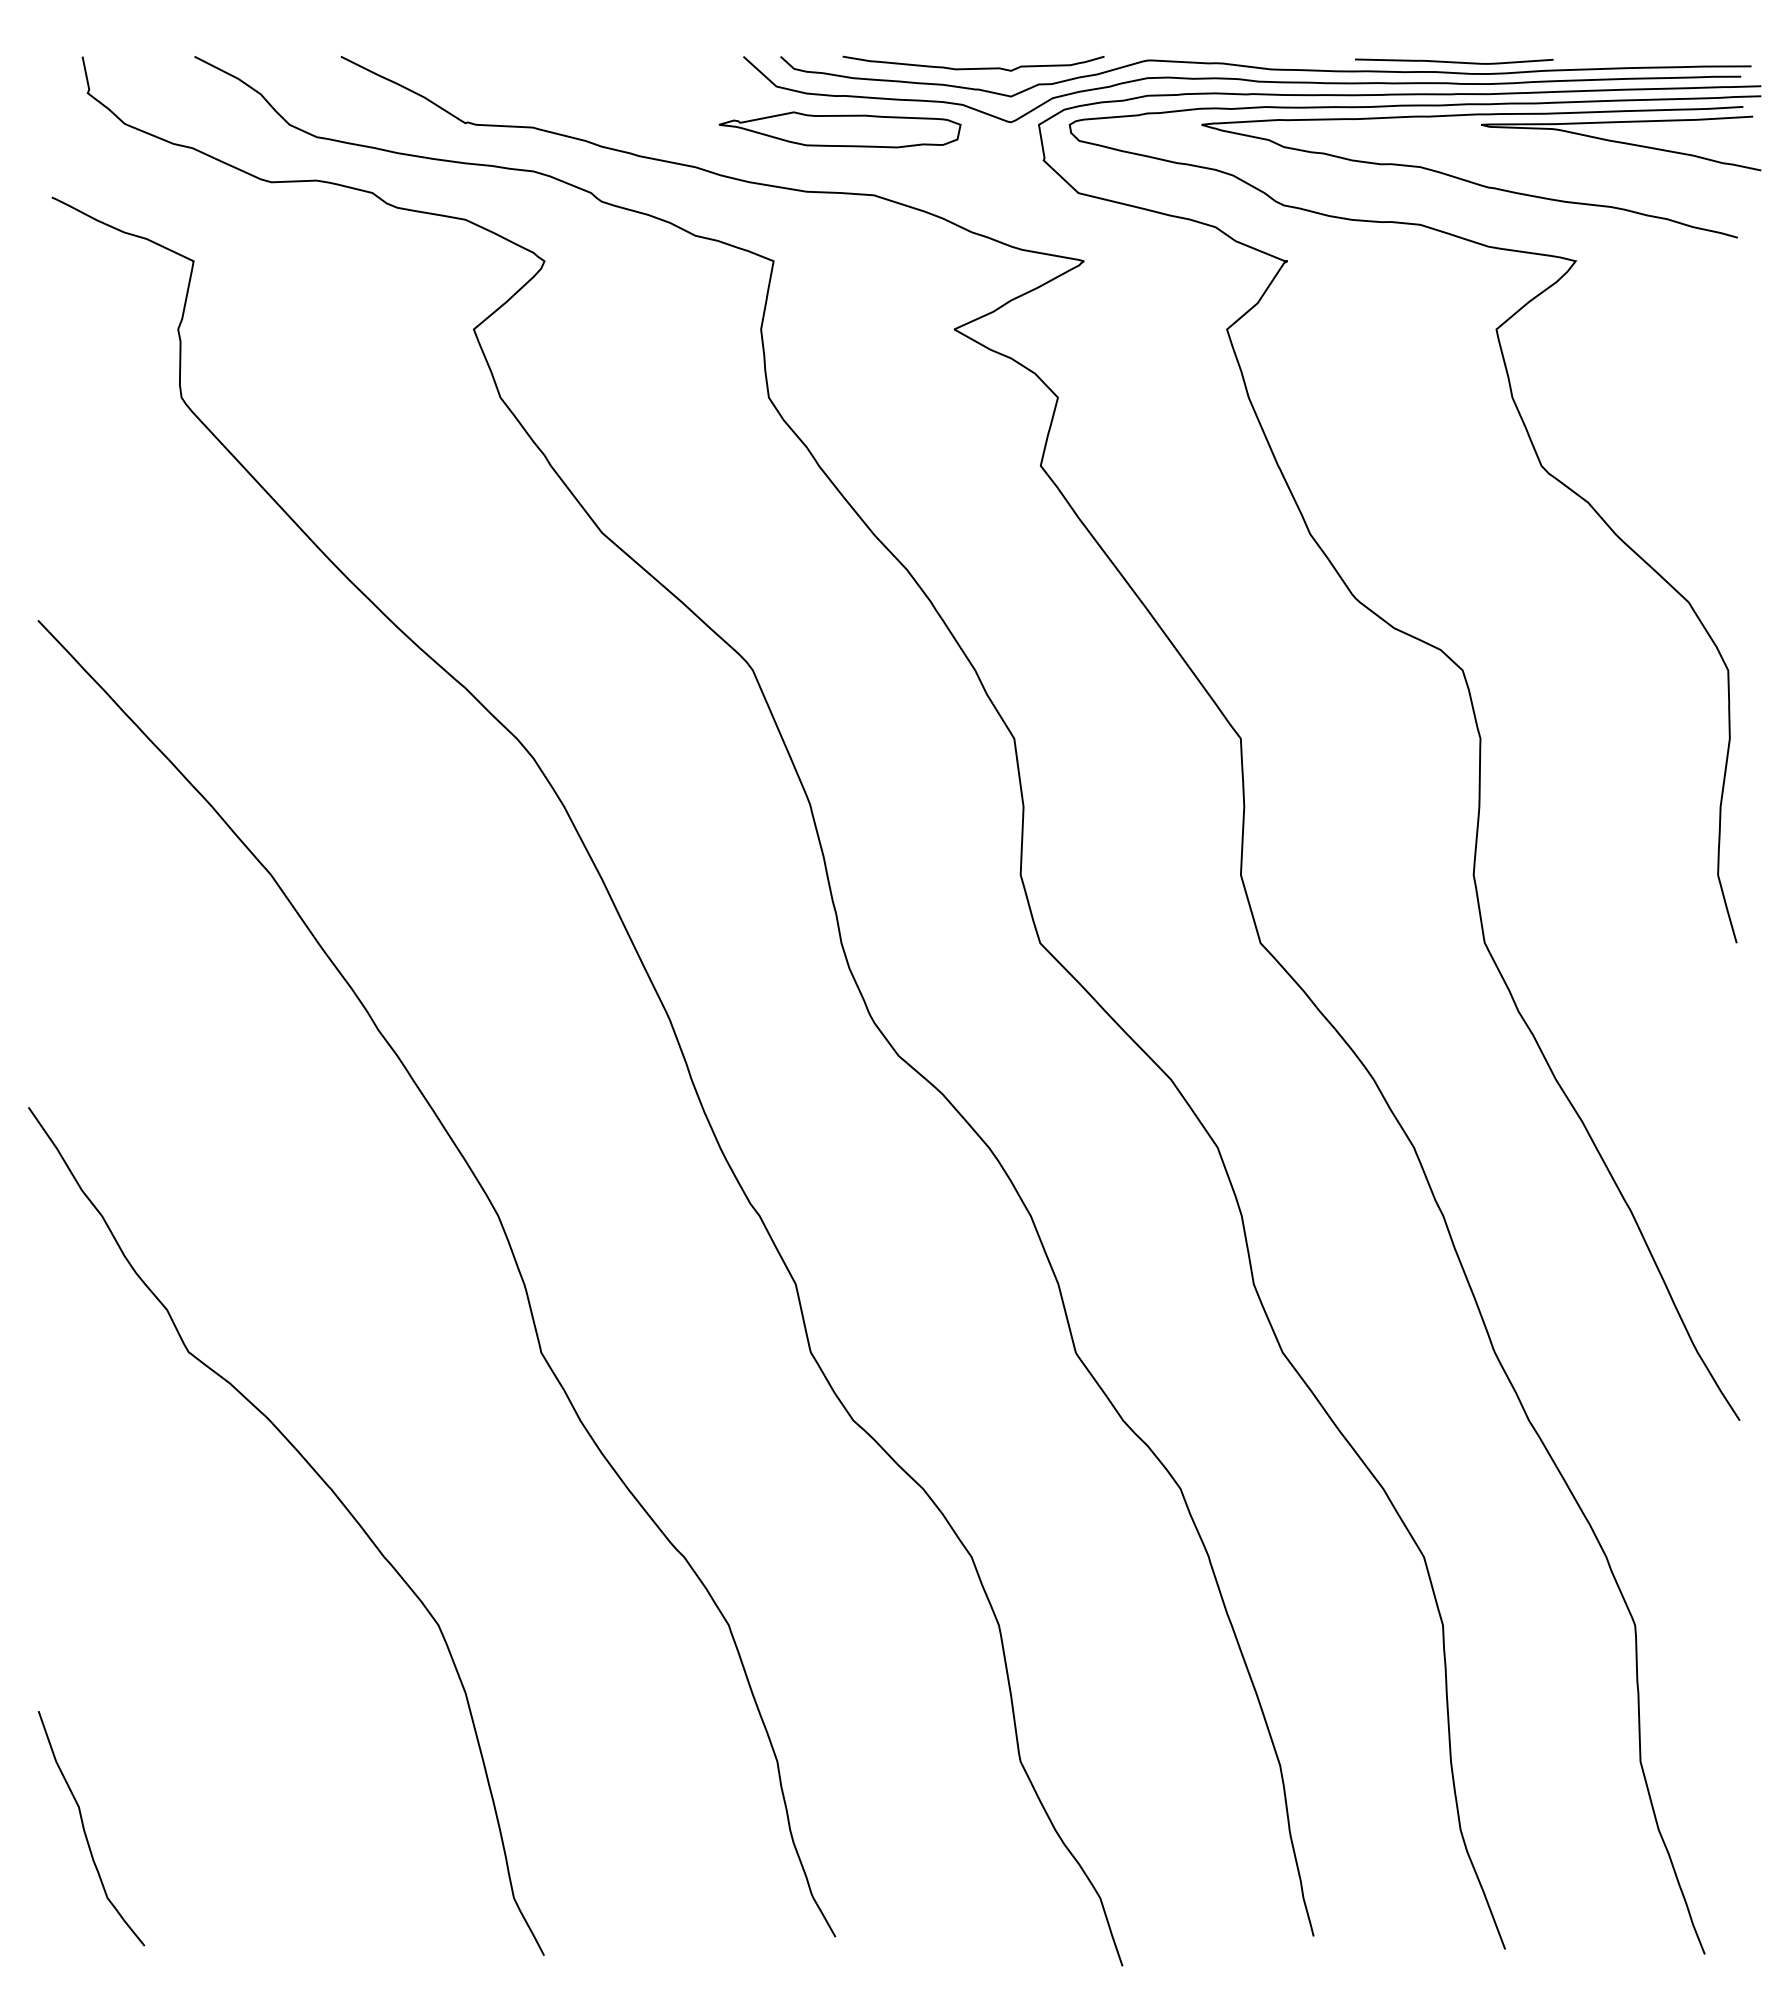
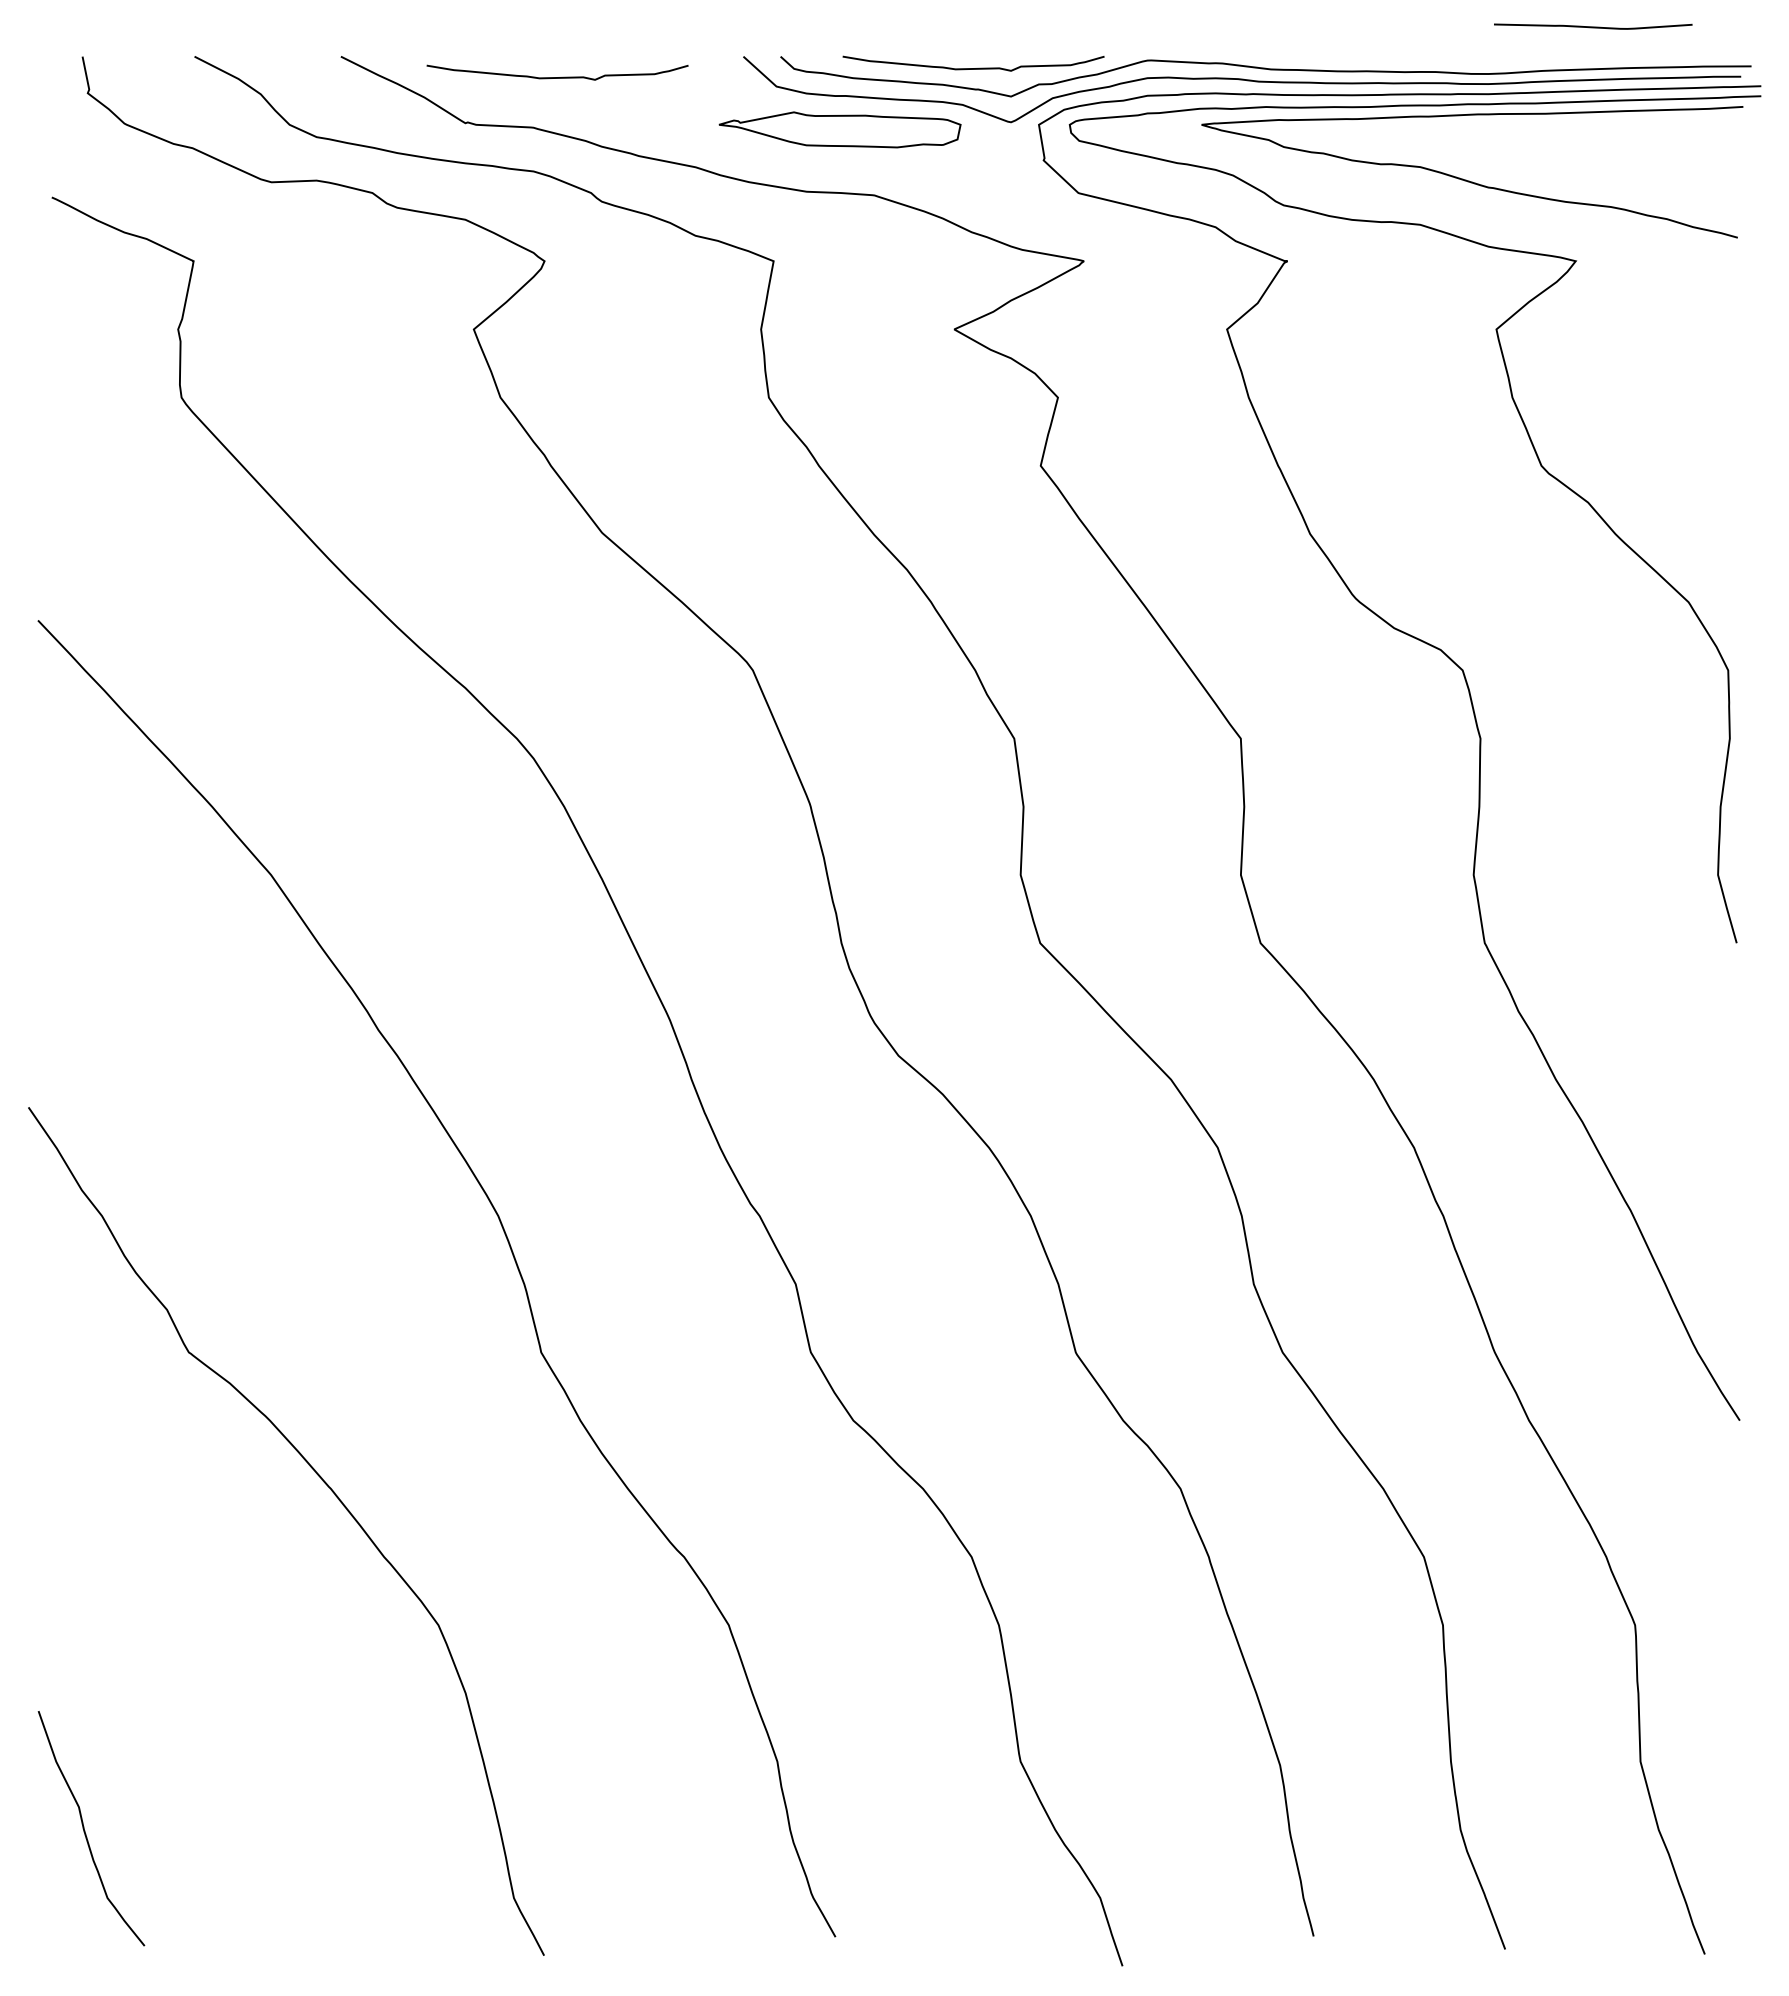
curve at (1454, 61) position: (1454, 61) -> (1593, 26)
curve at (557, 77): none -> present
curve at (1621, 143): present -> none
